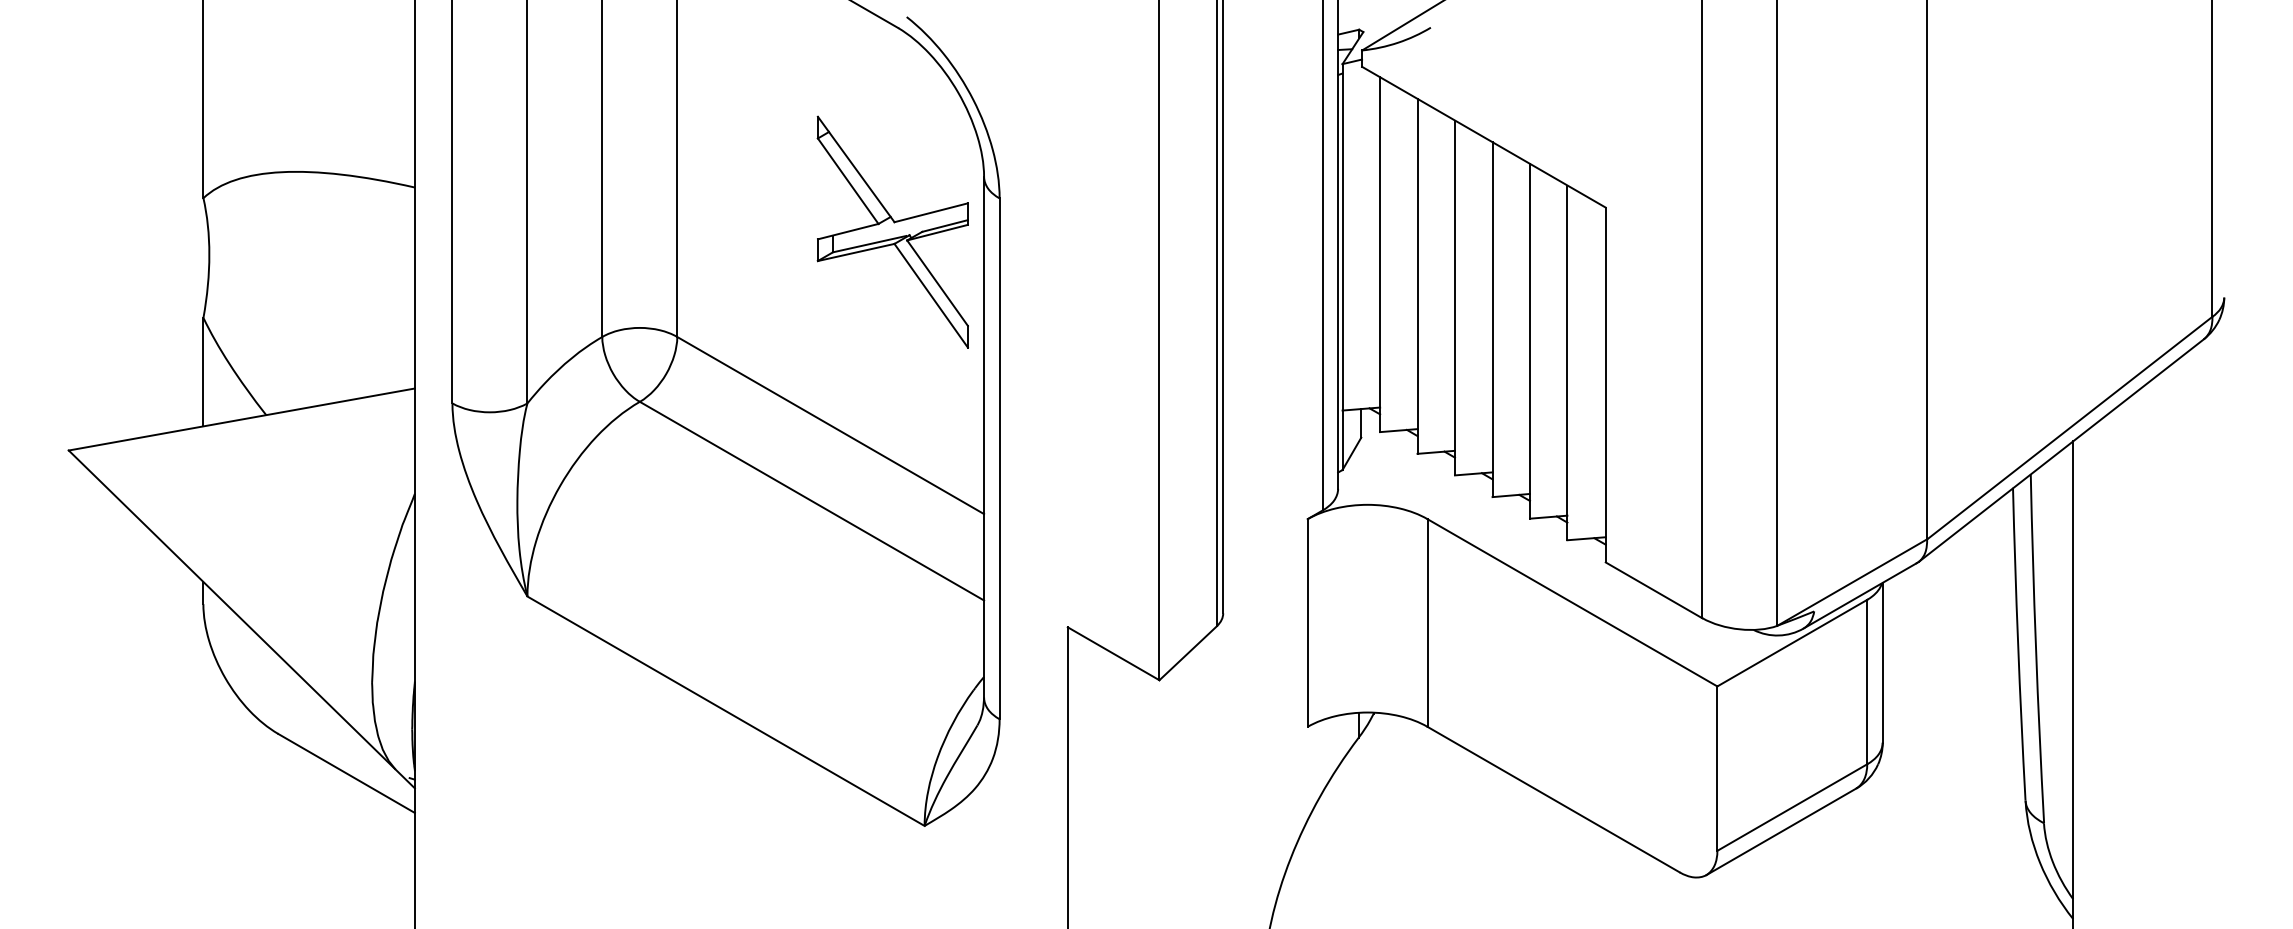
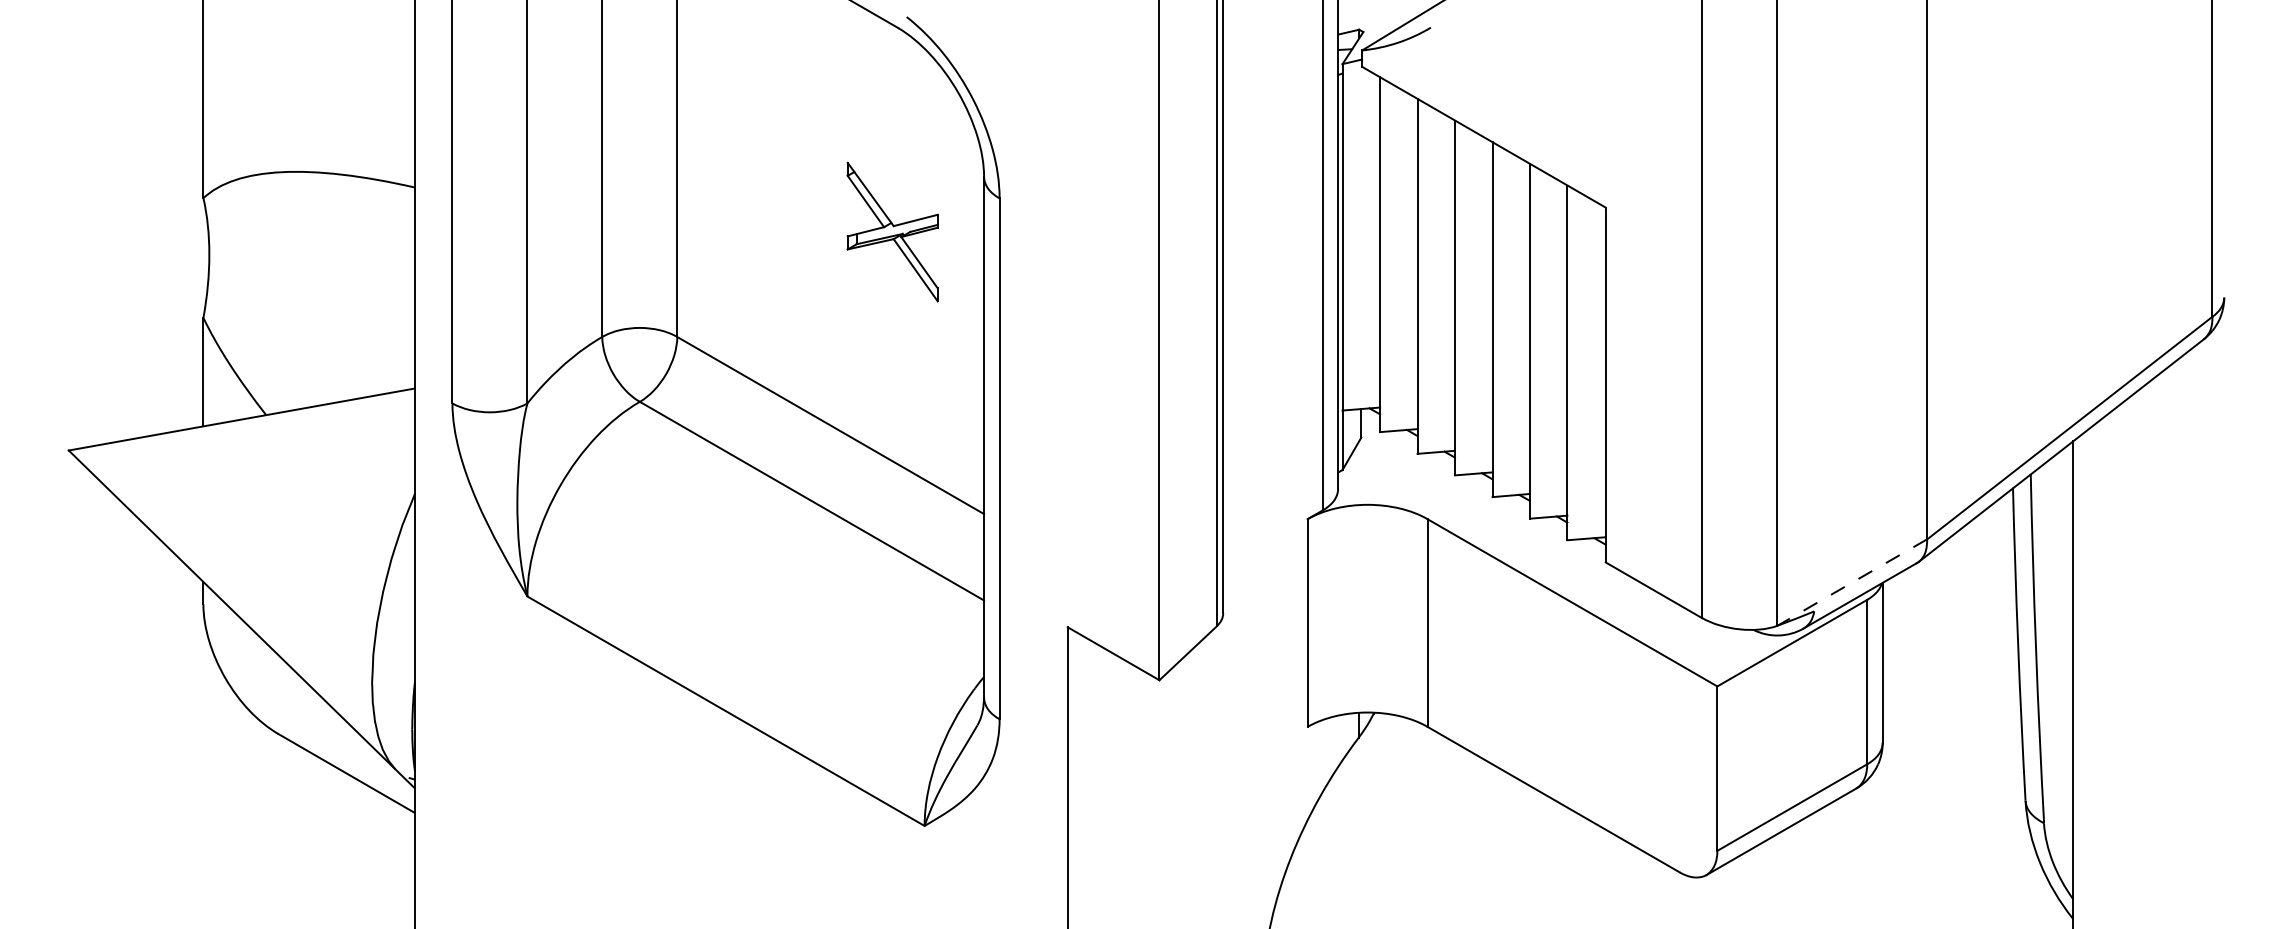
part at (892, 231) size: 153x234 px -> 93x142 px
line at (1852, 582): solid -> dashed
